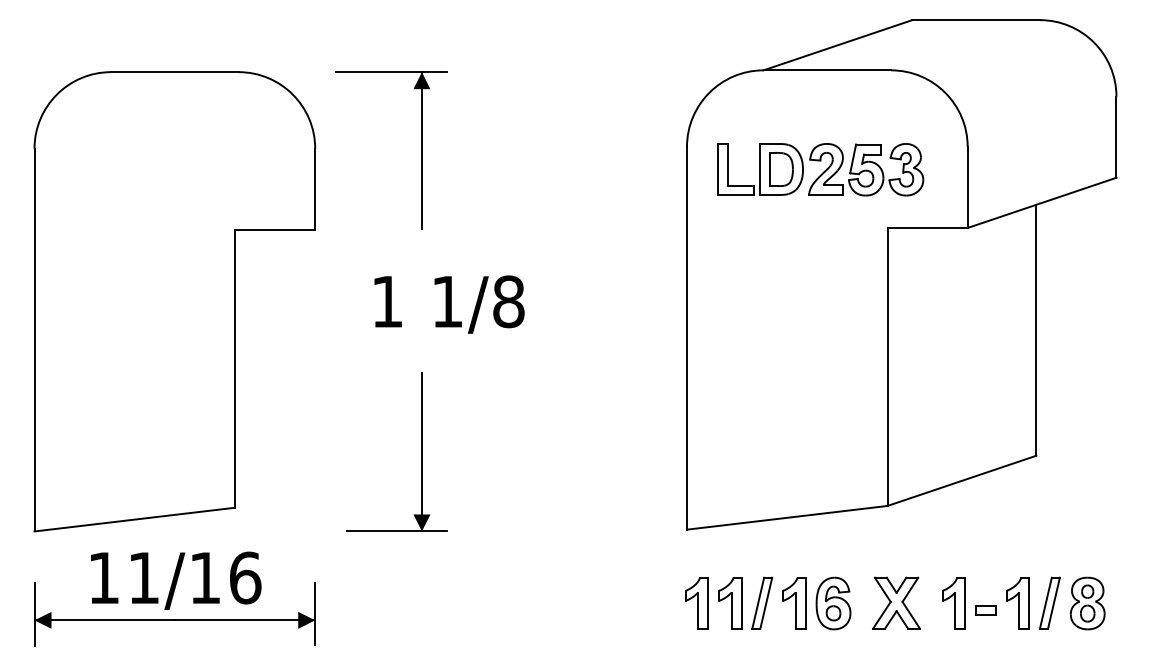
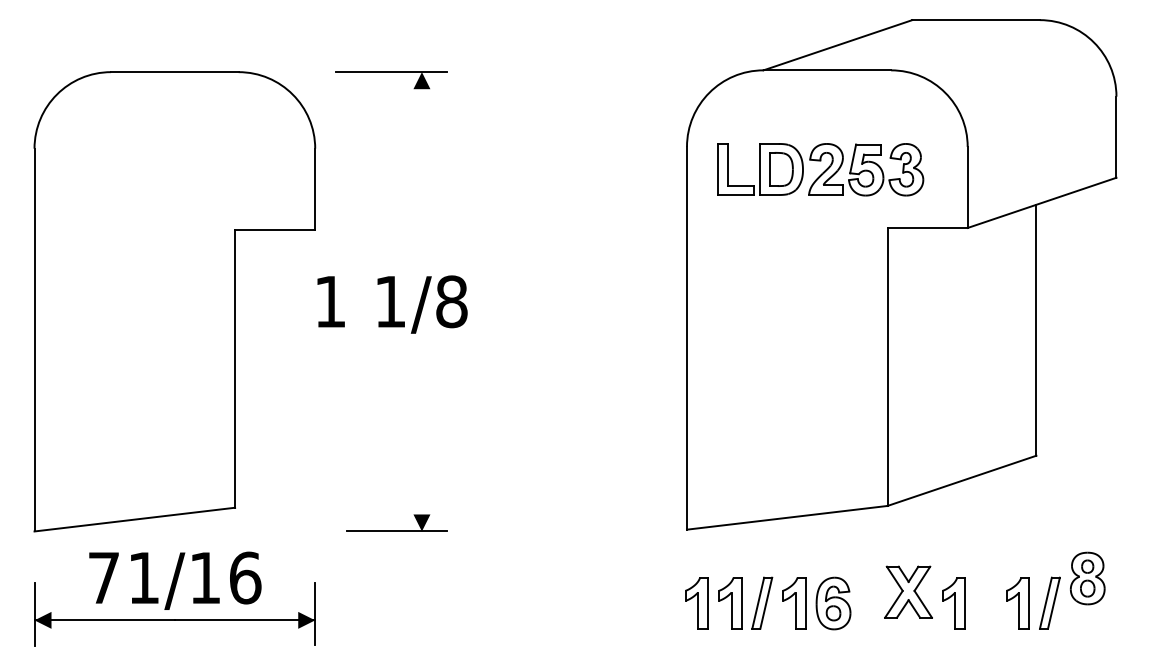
line at (421, 150): present -> none
text at (449, 304) position: (449, 304) -> (392, 304)
line at (421, 452): present -> none
text at (103, 577): 11/16 -> 71/16
part at (896, 602) position: (896, 602) -> (908, 591)
part at (1087, 603) position: (1087, 603) -> (1087, 578)
part at (985, 610): present -> none
